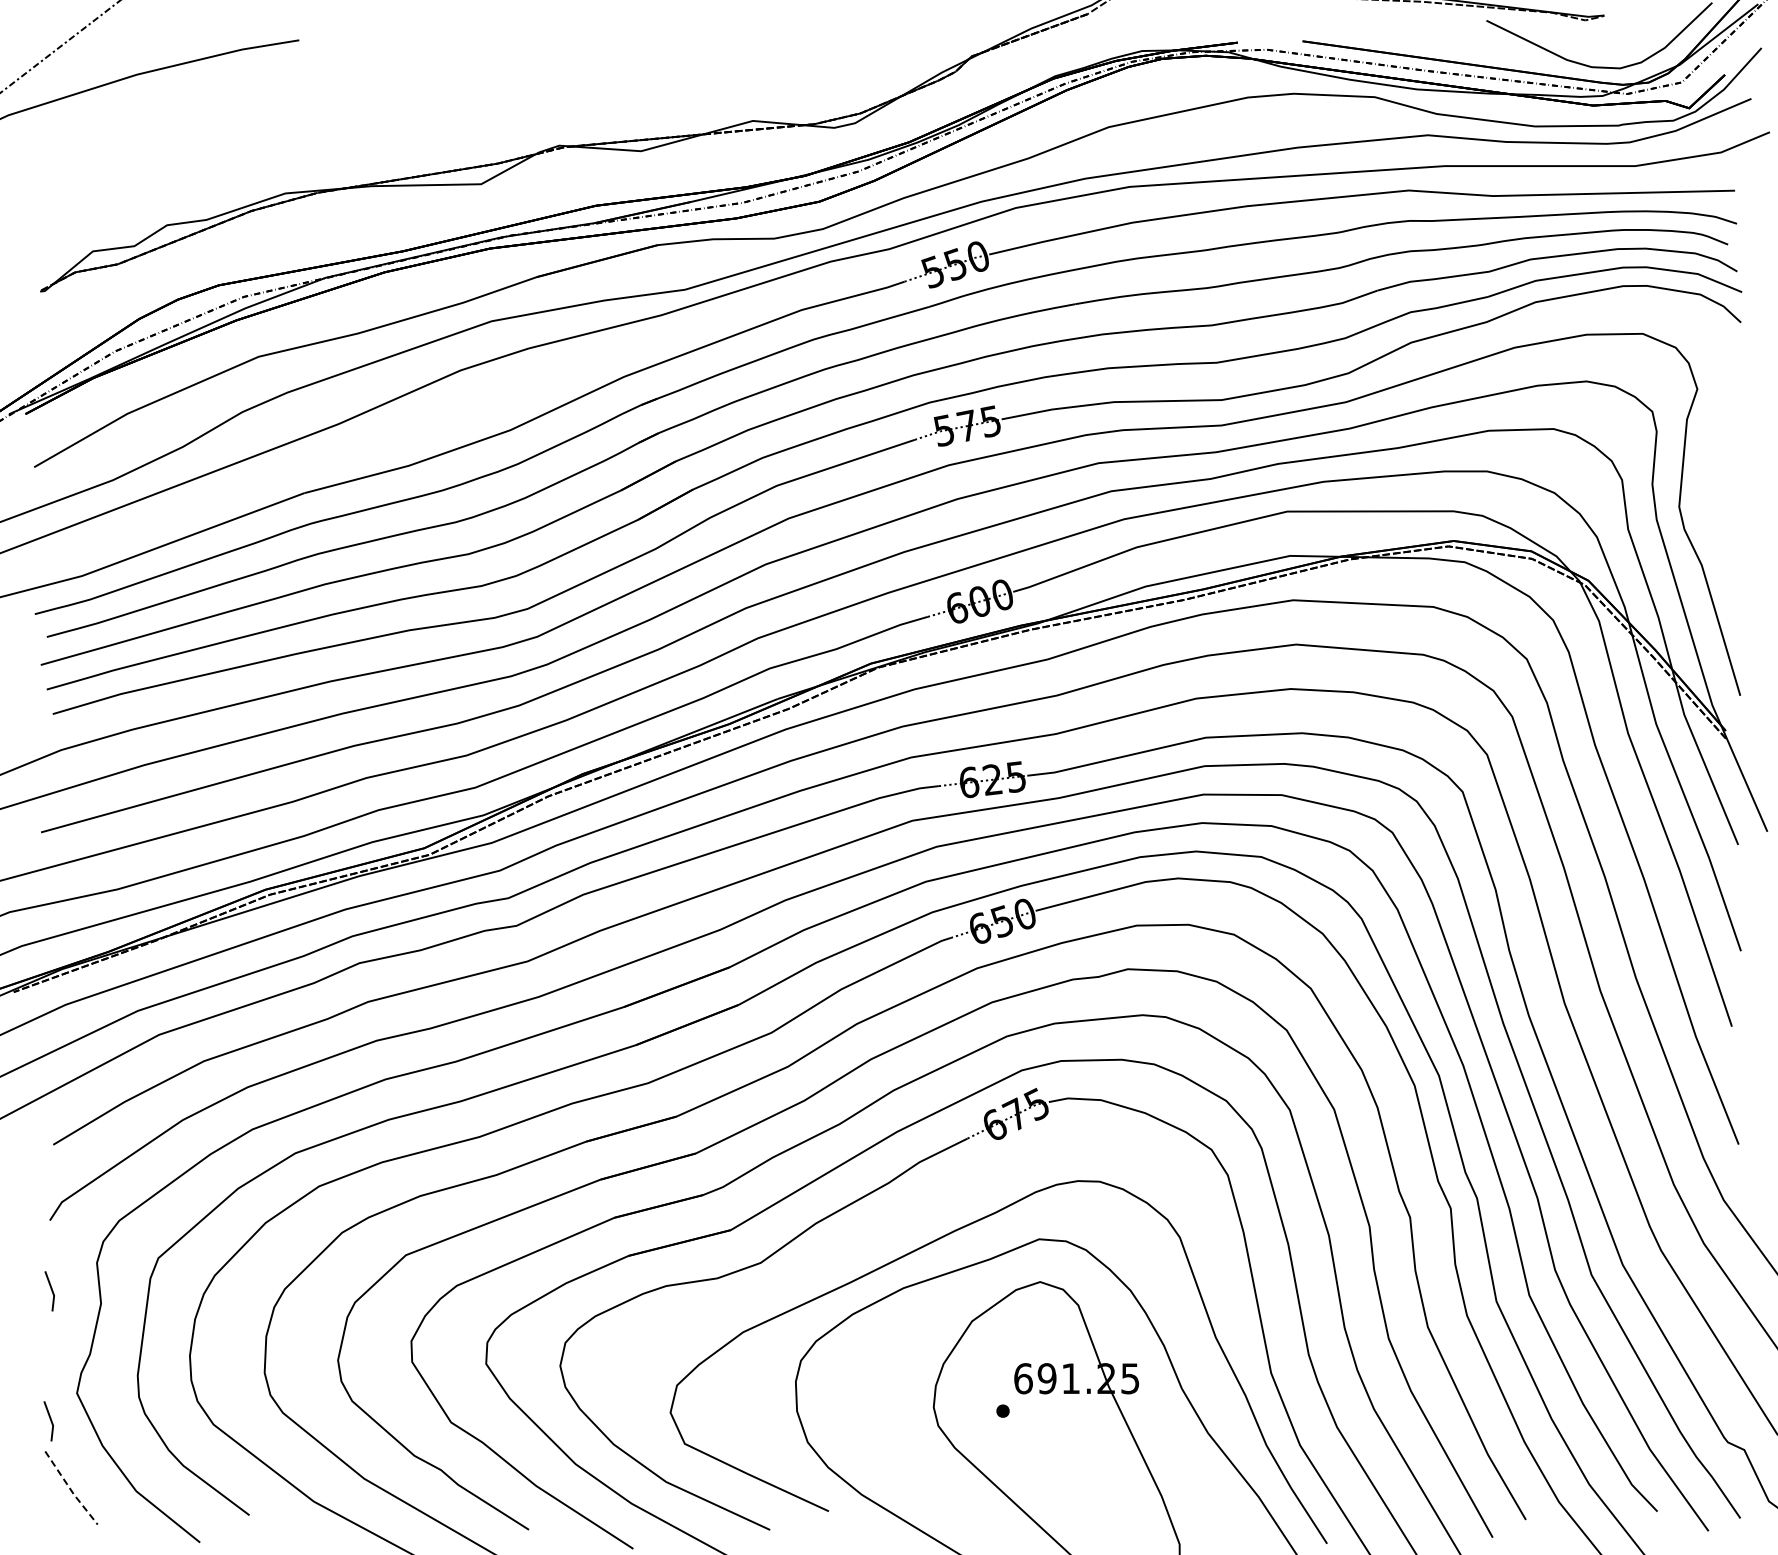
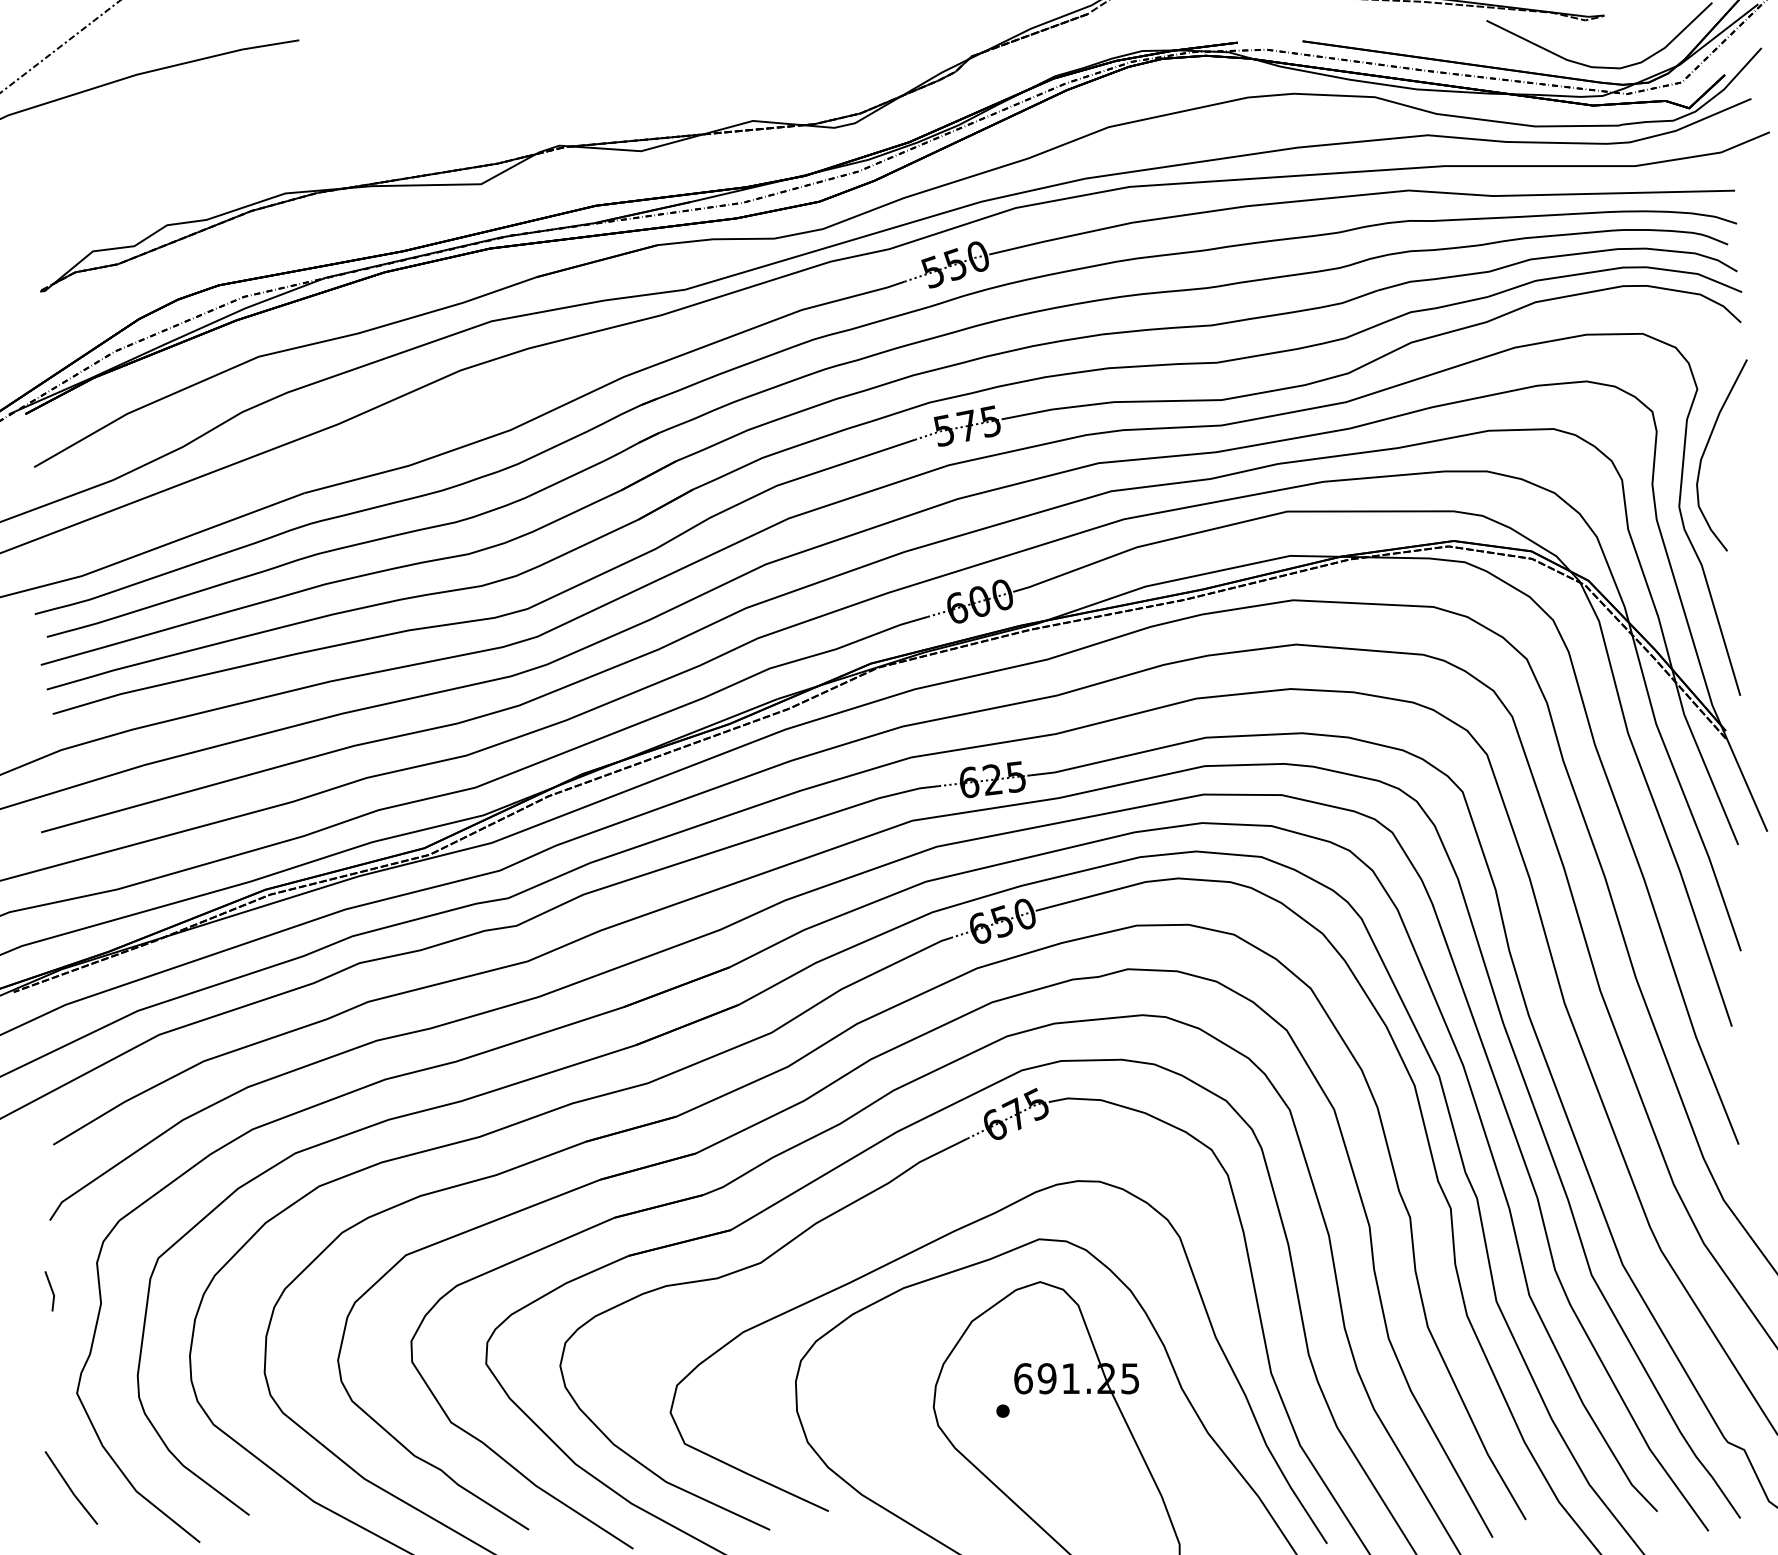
curve at (1706, 449): none -> present
line at (50, 1421): present -> none
line at (70, 1489): dashed -> solid
